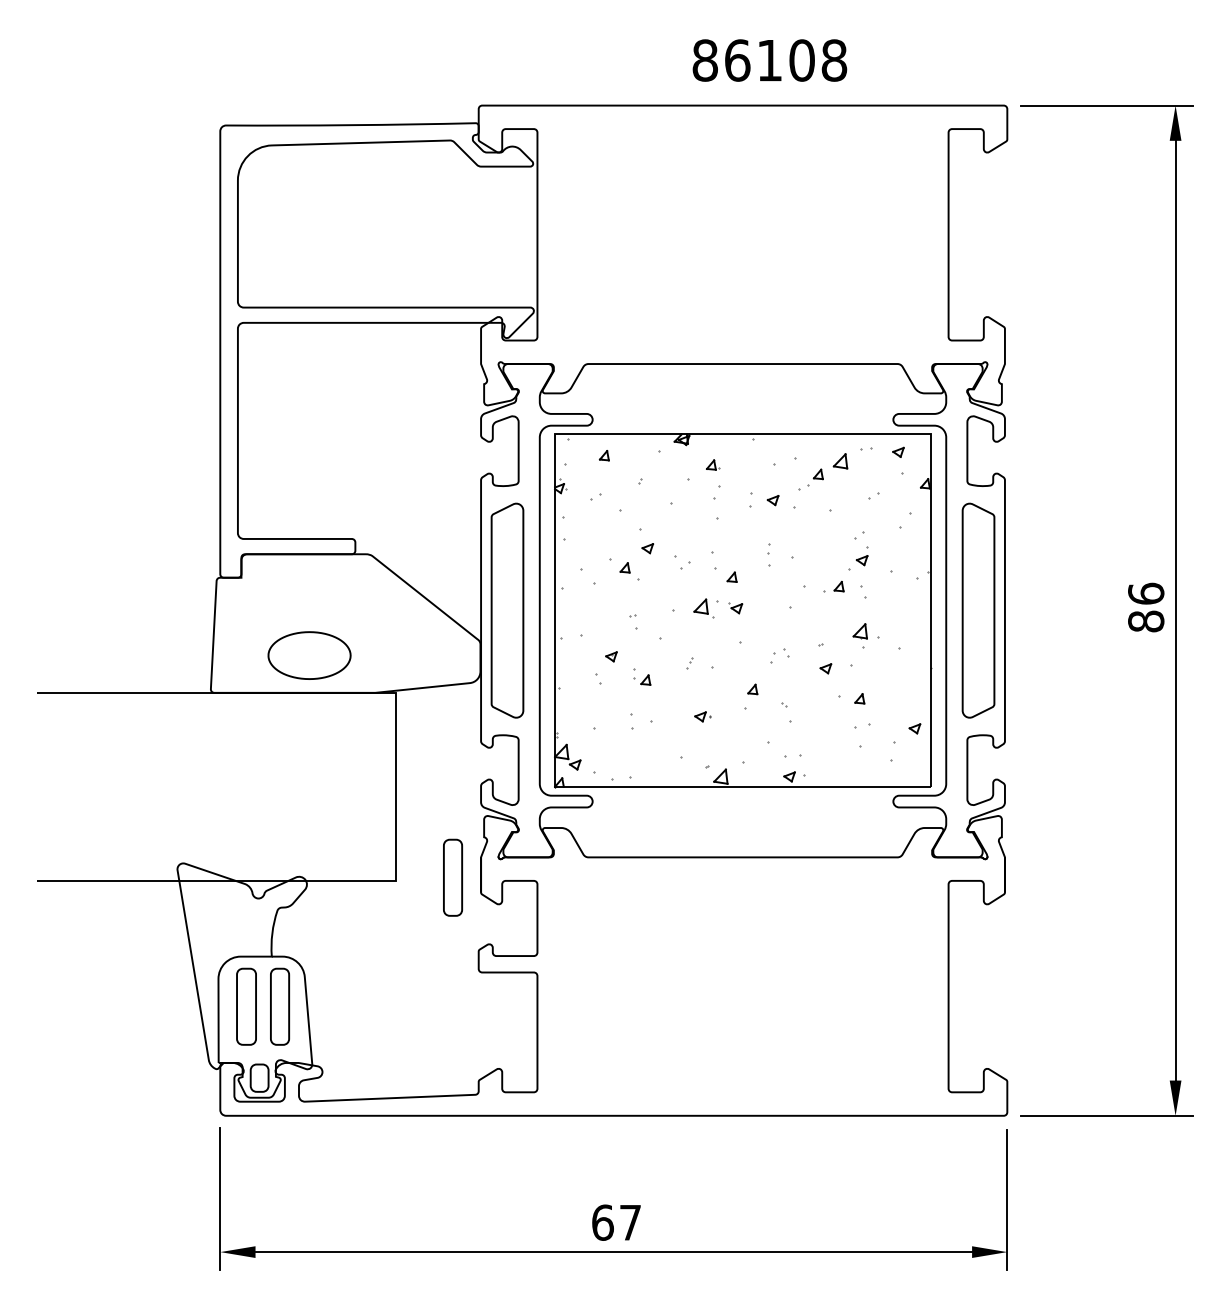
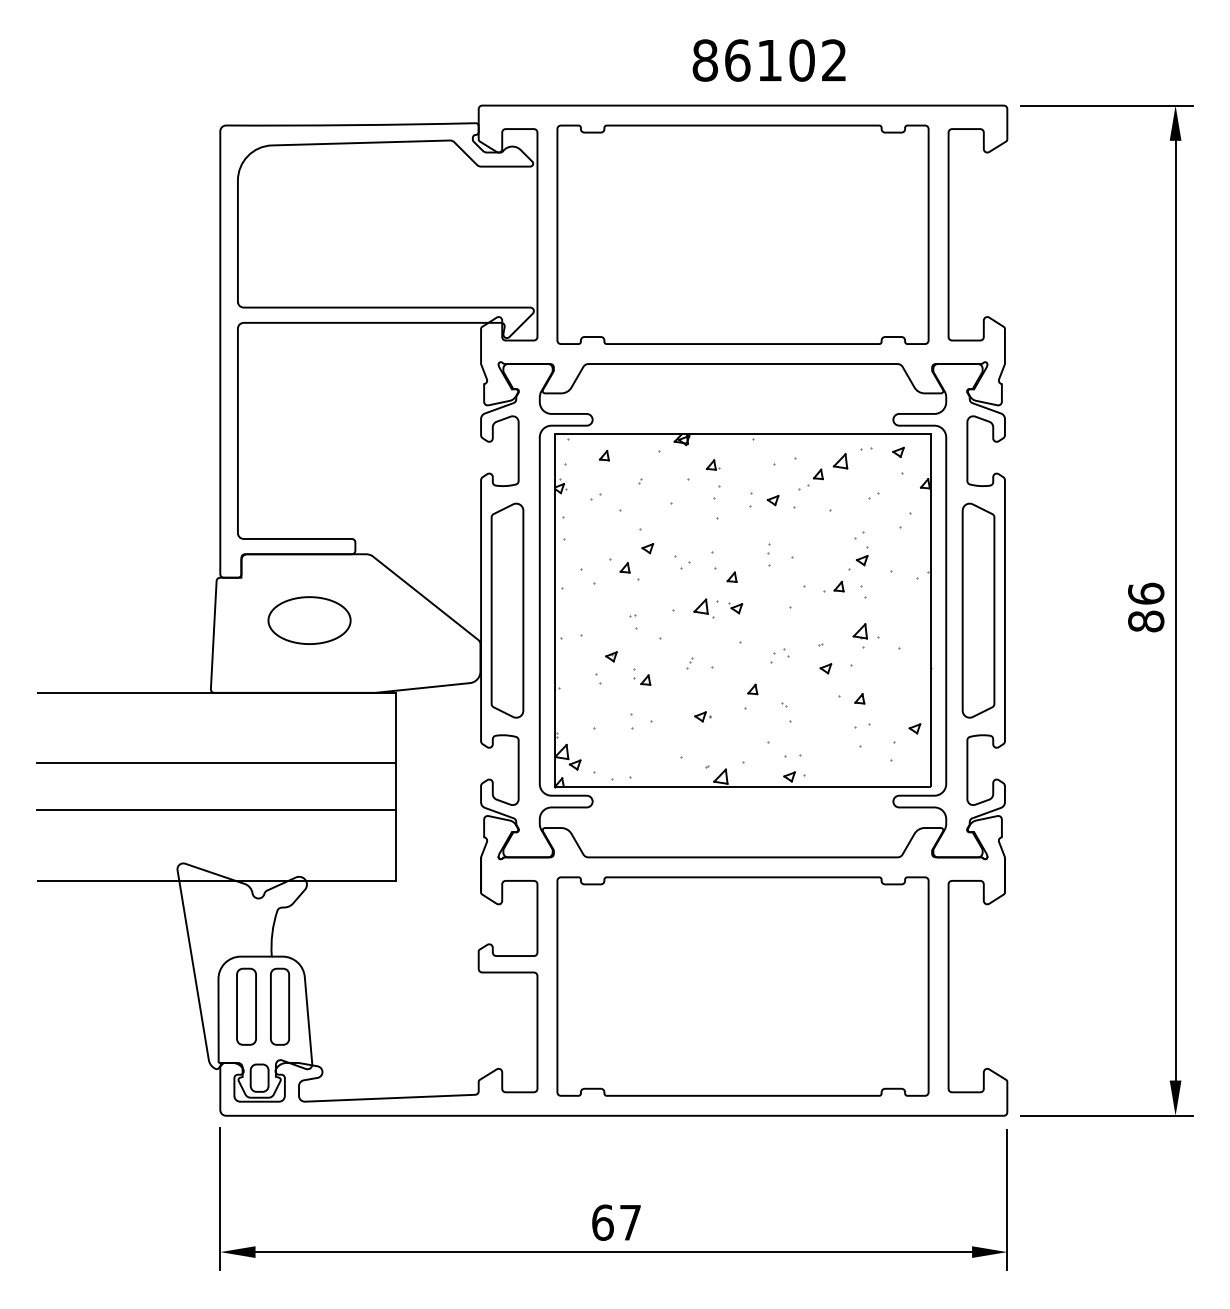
text at (834, 60): 86108 -> 86102
part at (742, 234): none -> present
part at (309, 655) position: (309, 655) -> (309, 620)
line at (216, 763): none -> present
line at (216, 810): none -> present
part at (452, 877): present -> none
part at (742, 986): none -> present
